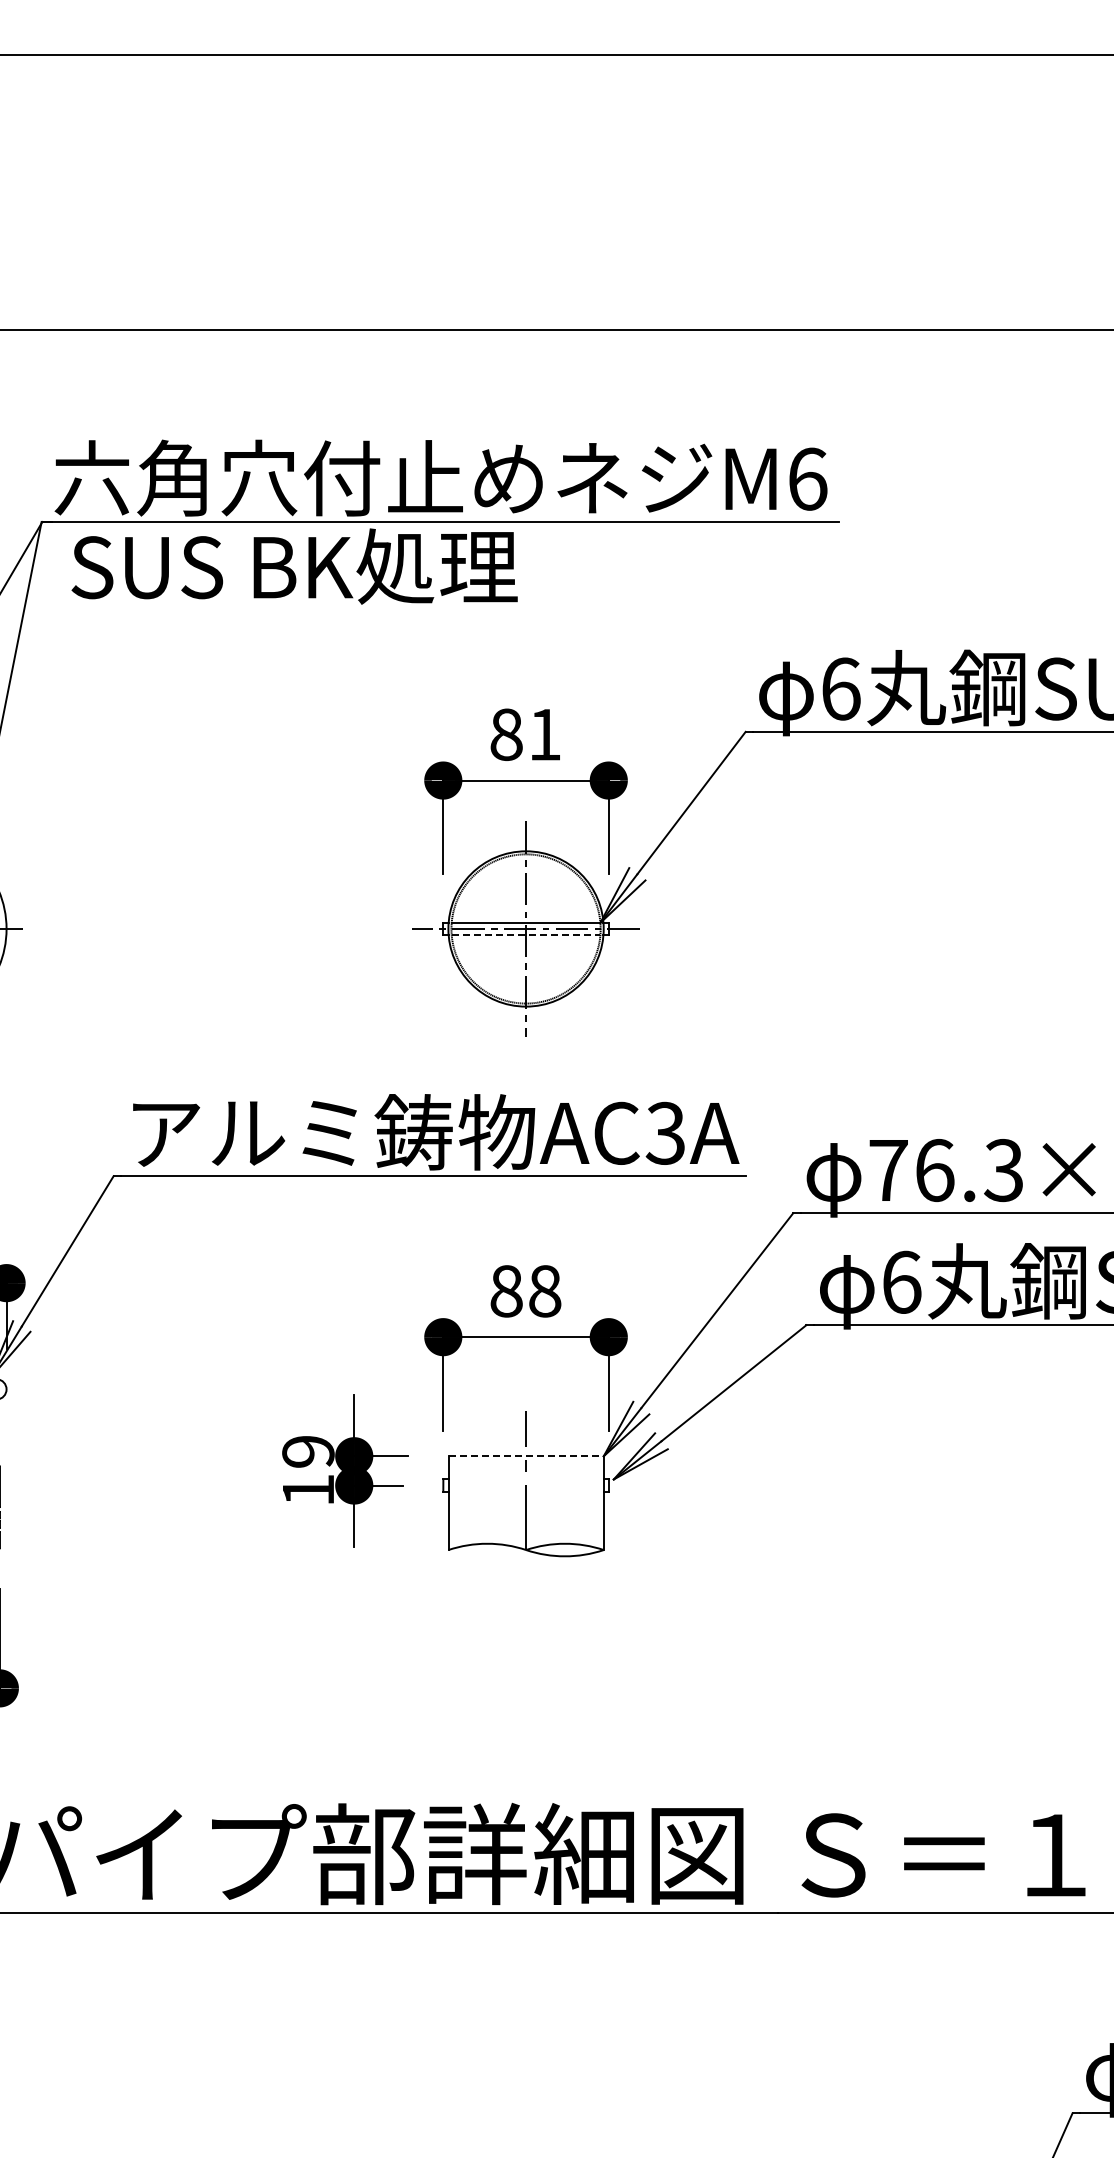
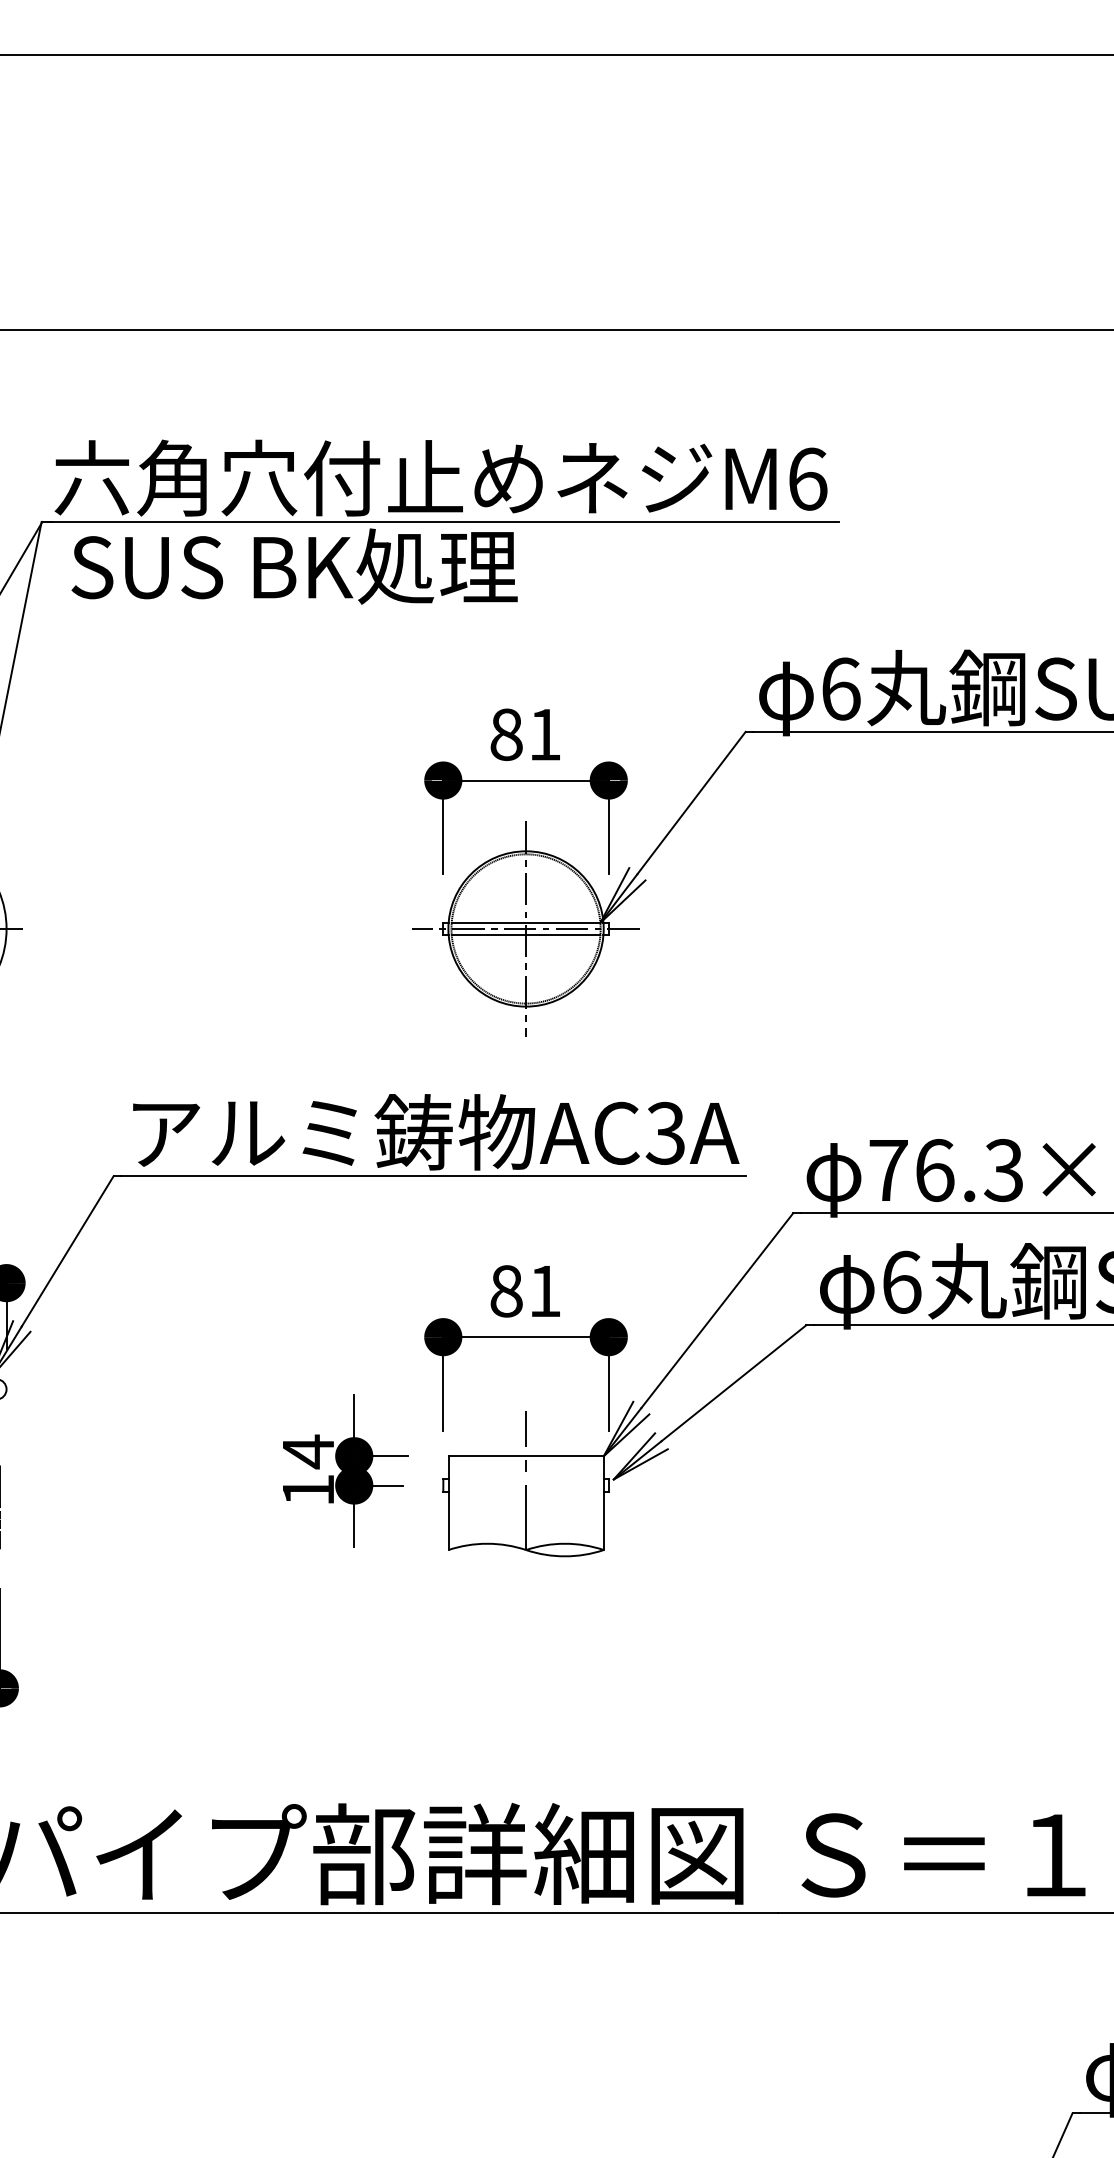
line at (526, 935): dashed -> solid
text at (545, 1291): 88 -> 81
text at (308, 1451): 19 -> 14
line at (526, 1456): dashed -> solid
